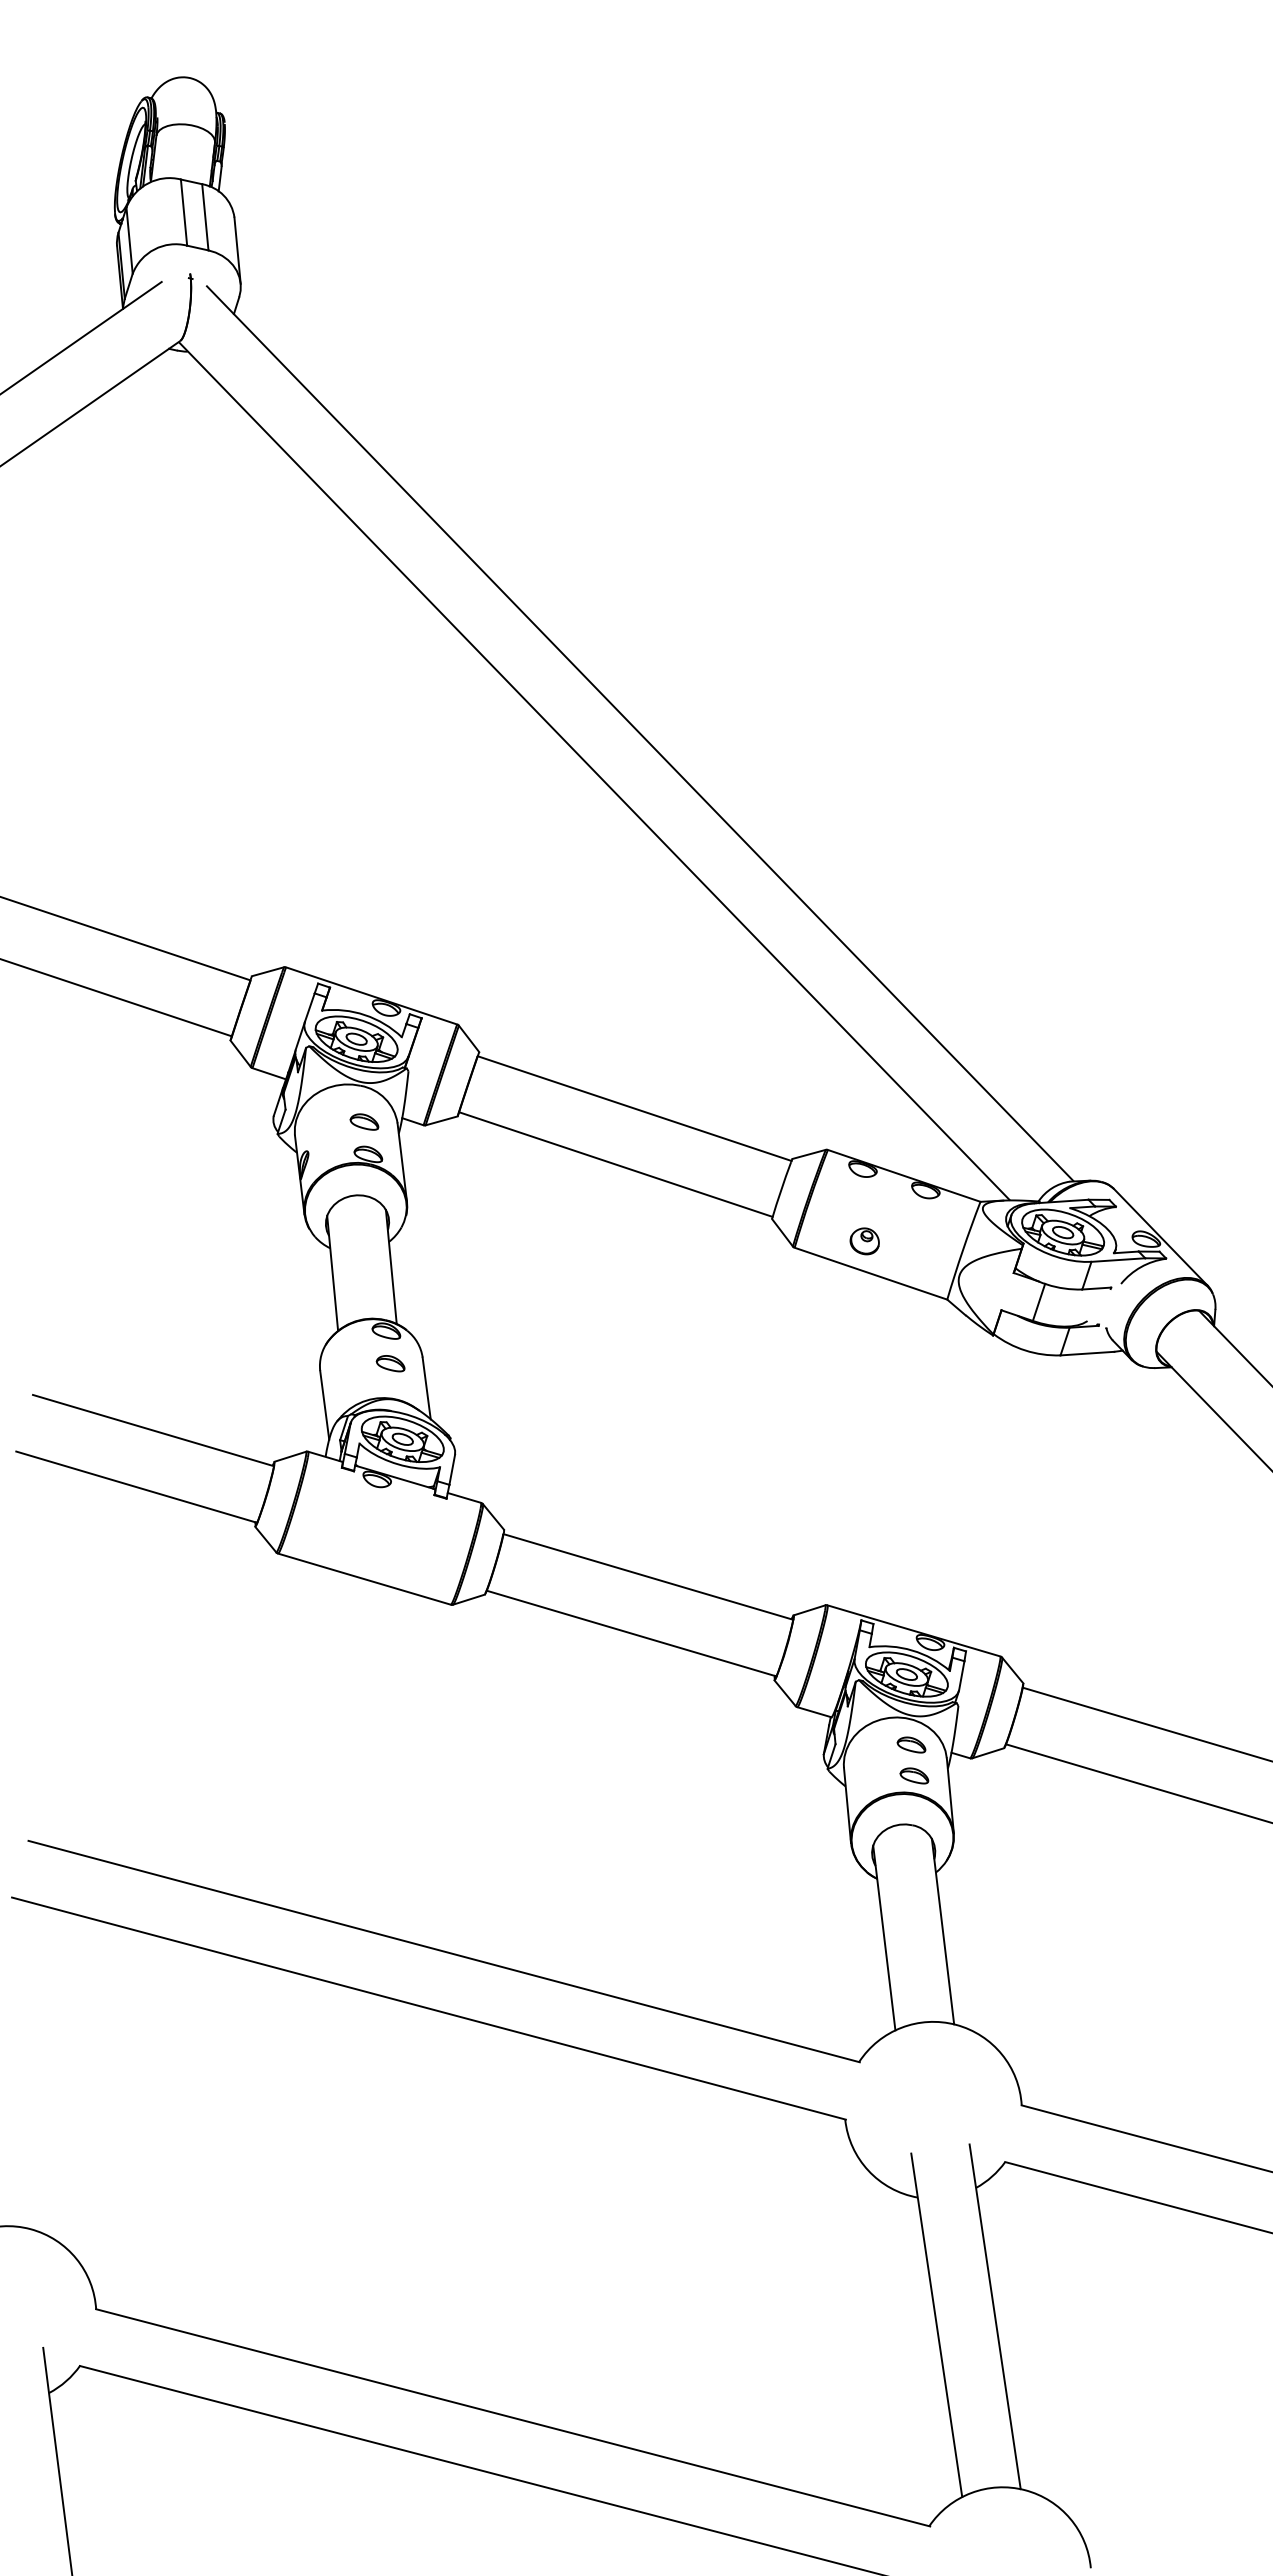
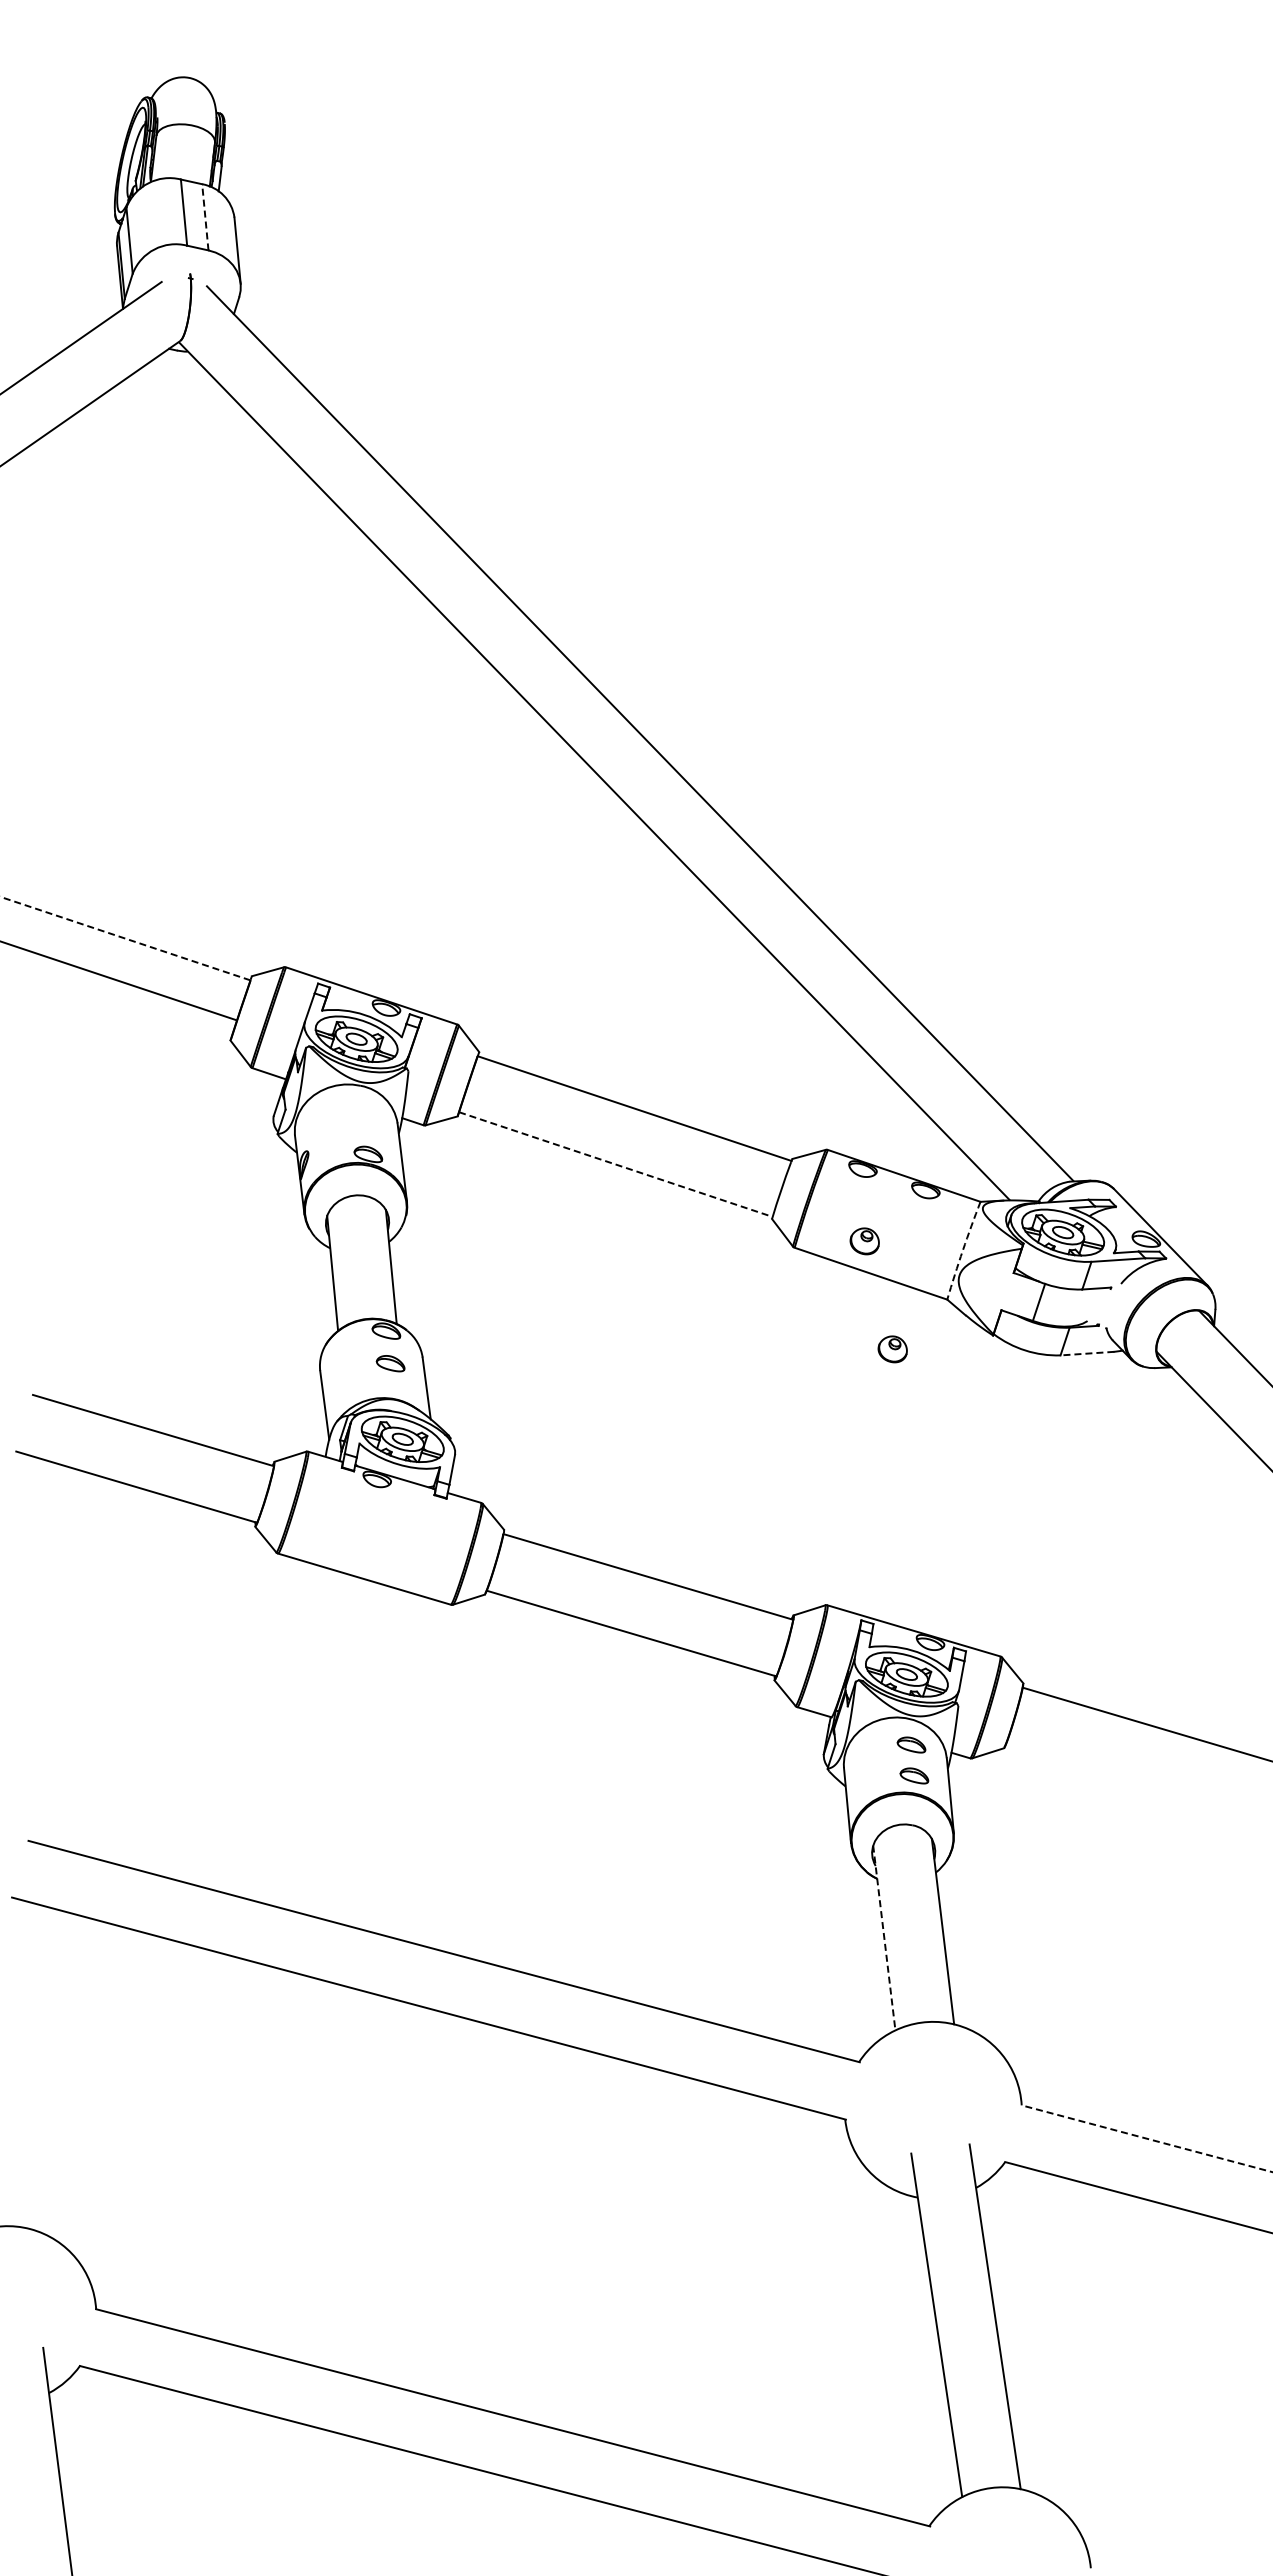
line at (205, 216): solid -> dashed
line at (125, 938): solid -> dashed
line at (116, 997) position: (116, 997) -> (119, 981)
part at (364, 1121): present -> none
line at (616, 1164): solid -> dashed
arc at (962, 1250): solid -> dashed
part at (892, 1349): none -> present
line at (1087, 1353): solid -> dashed
line at (1137, 1783): present -> none
line at (884, 1938): solid -> dashed
line at (1147, 2138): solid -> dashed
